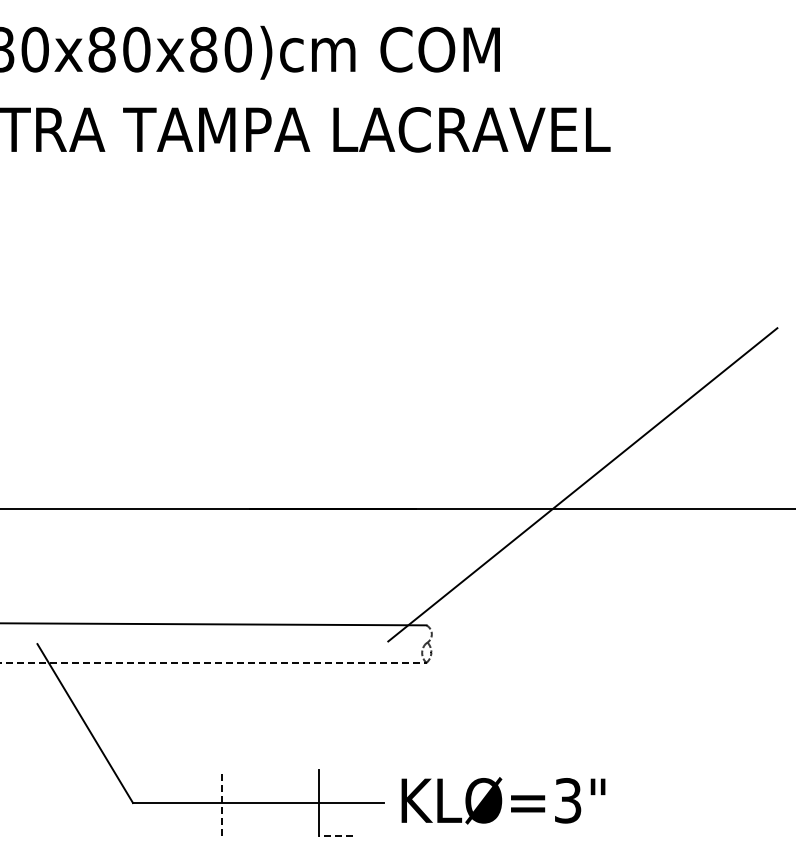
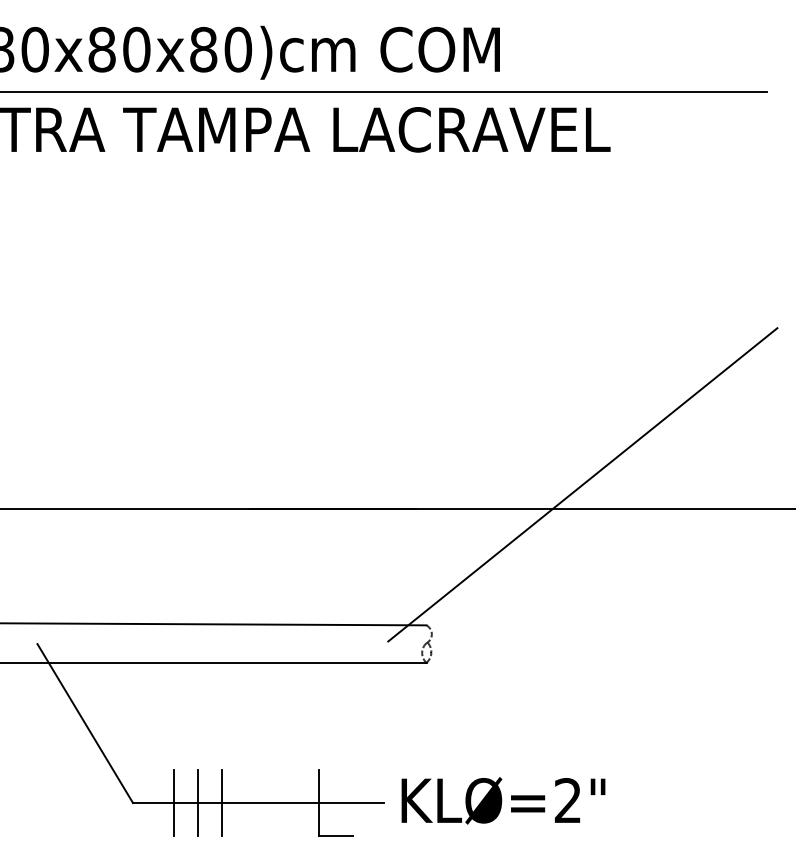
line at (384, 92): none -> present
line at (214, 662): dashed -> solid
text at (567, 800): KLØ=3" -> KLØ=2"
line at (173, 802): none -> present
line at (198, 802): none -> present
line at (222, 802): dashed -> solid
line at (336, 836): dashed -> solid
